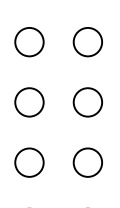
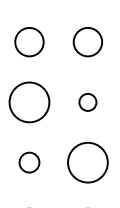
circle at (29, 102) diameter: 28 px -> 40 px
circle at (87, 102) diameter: 28 px -> 17 px
circle at (29, 162) size: 31x31 px -> 23x23 px
circle at (87, 162) diameter: 28 px -> 40 px
